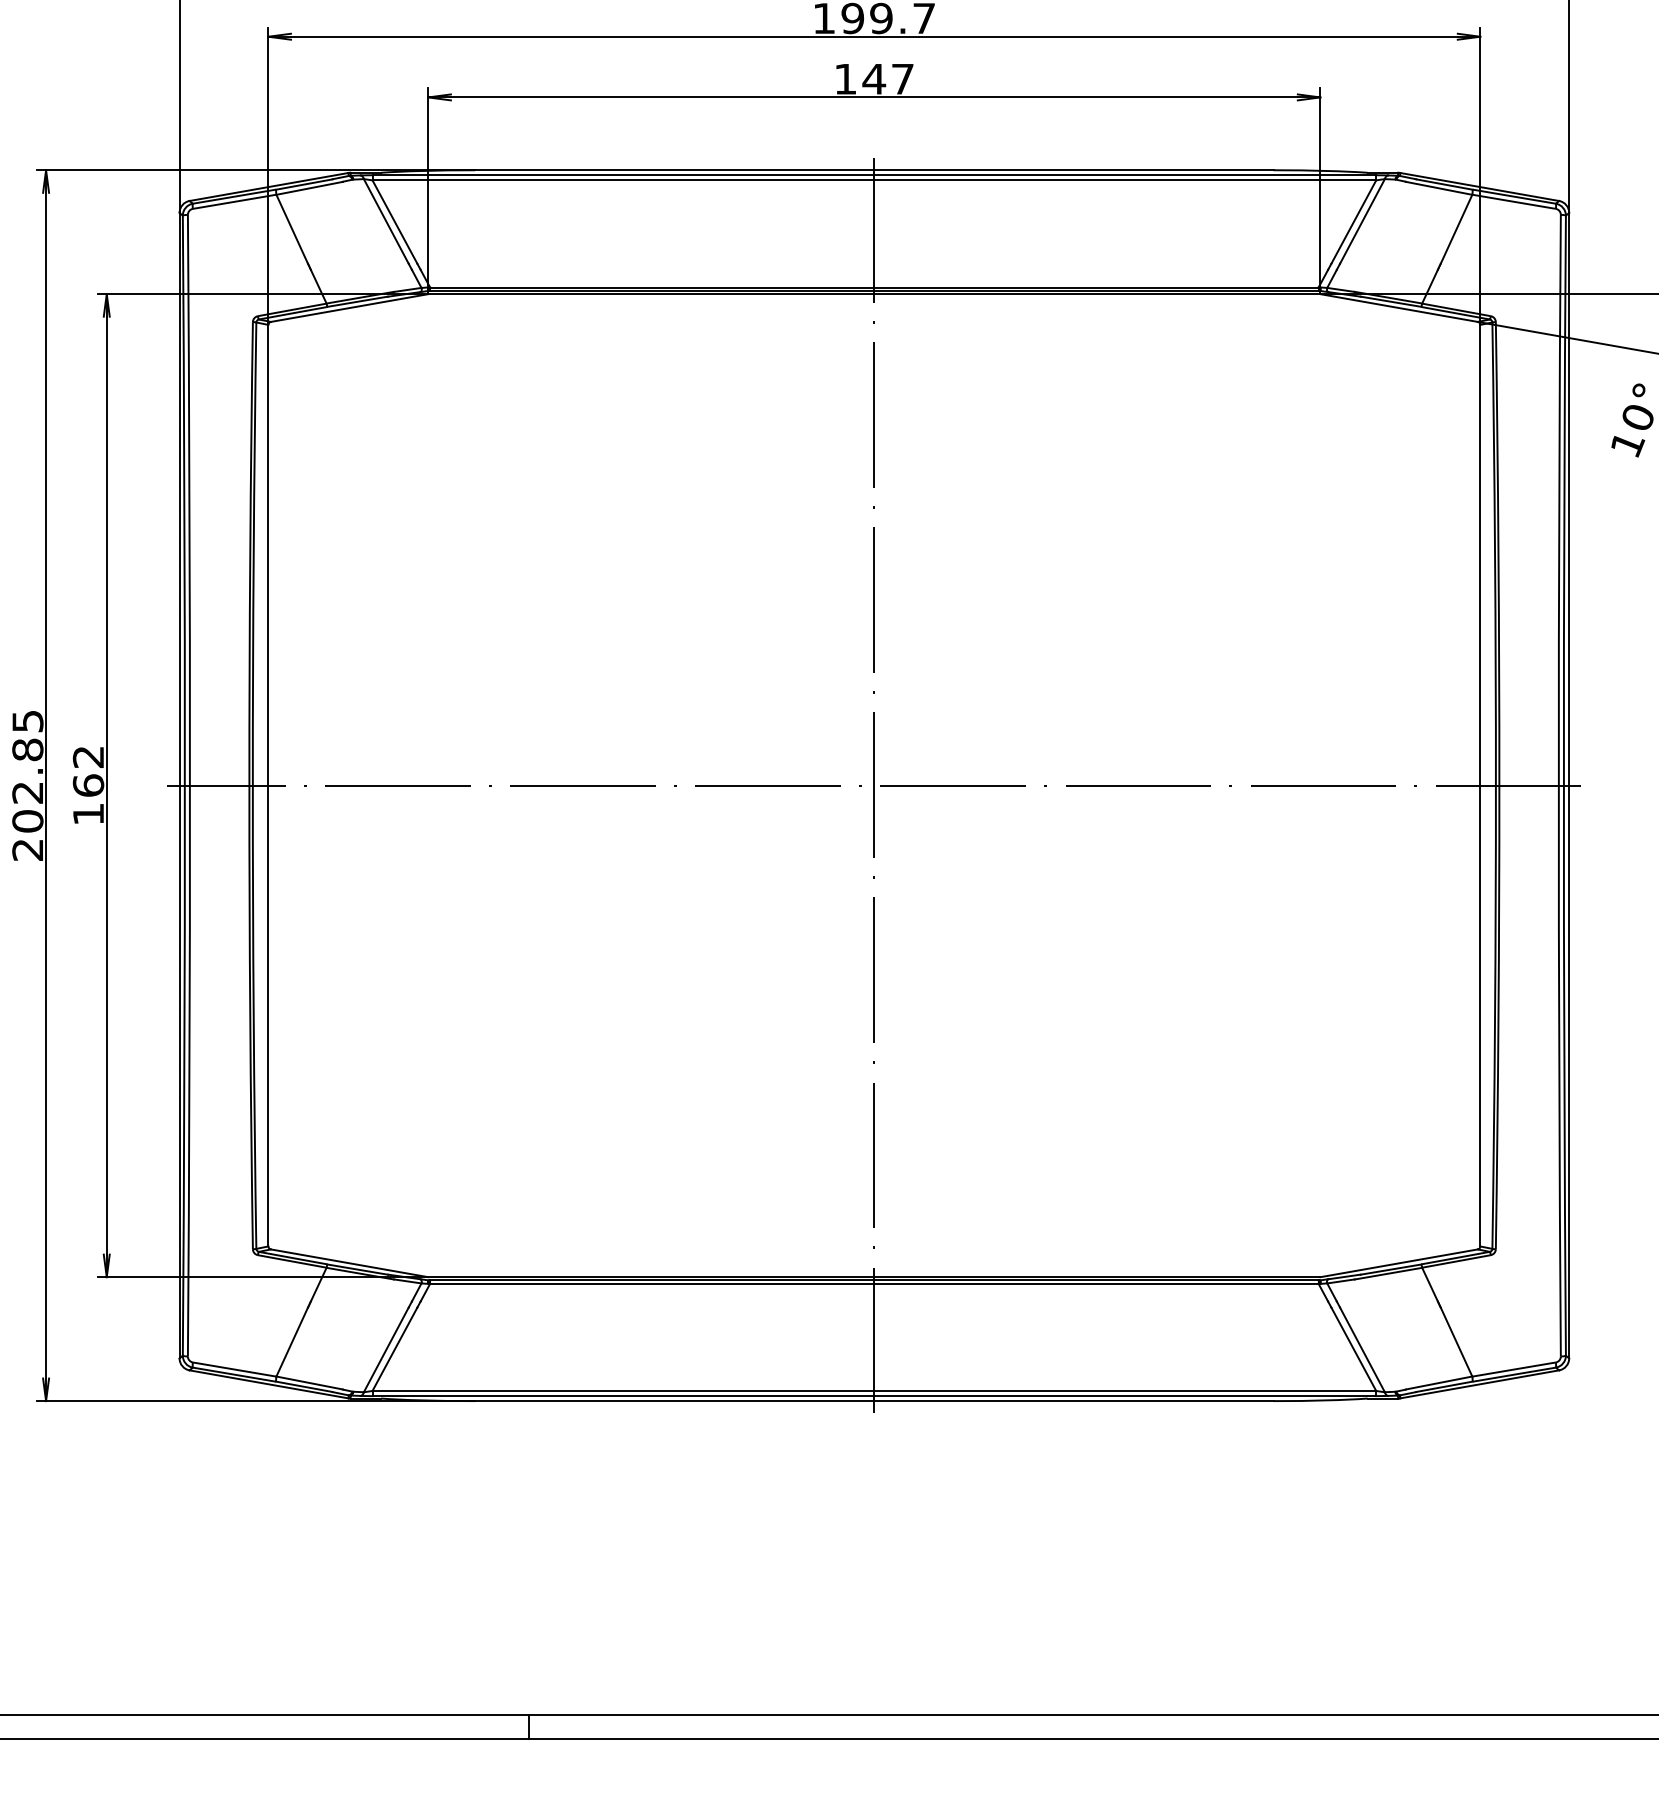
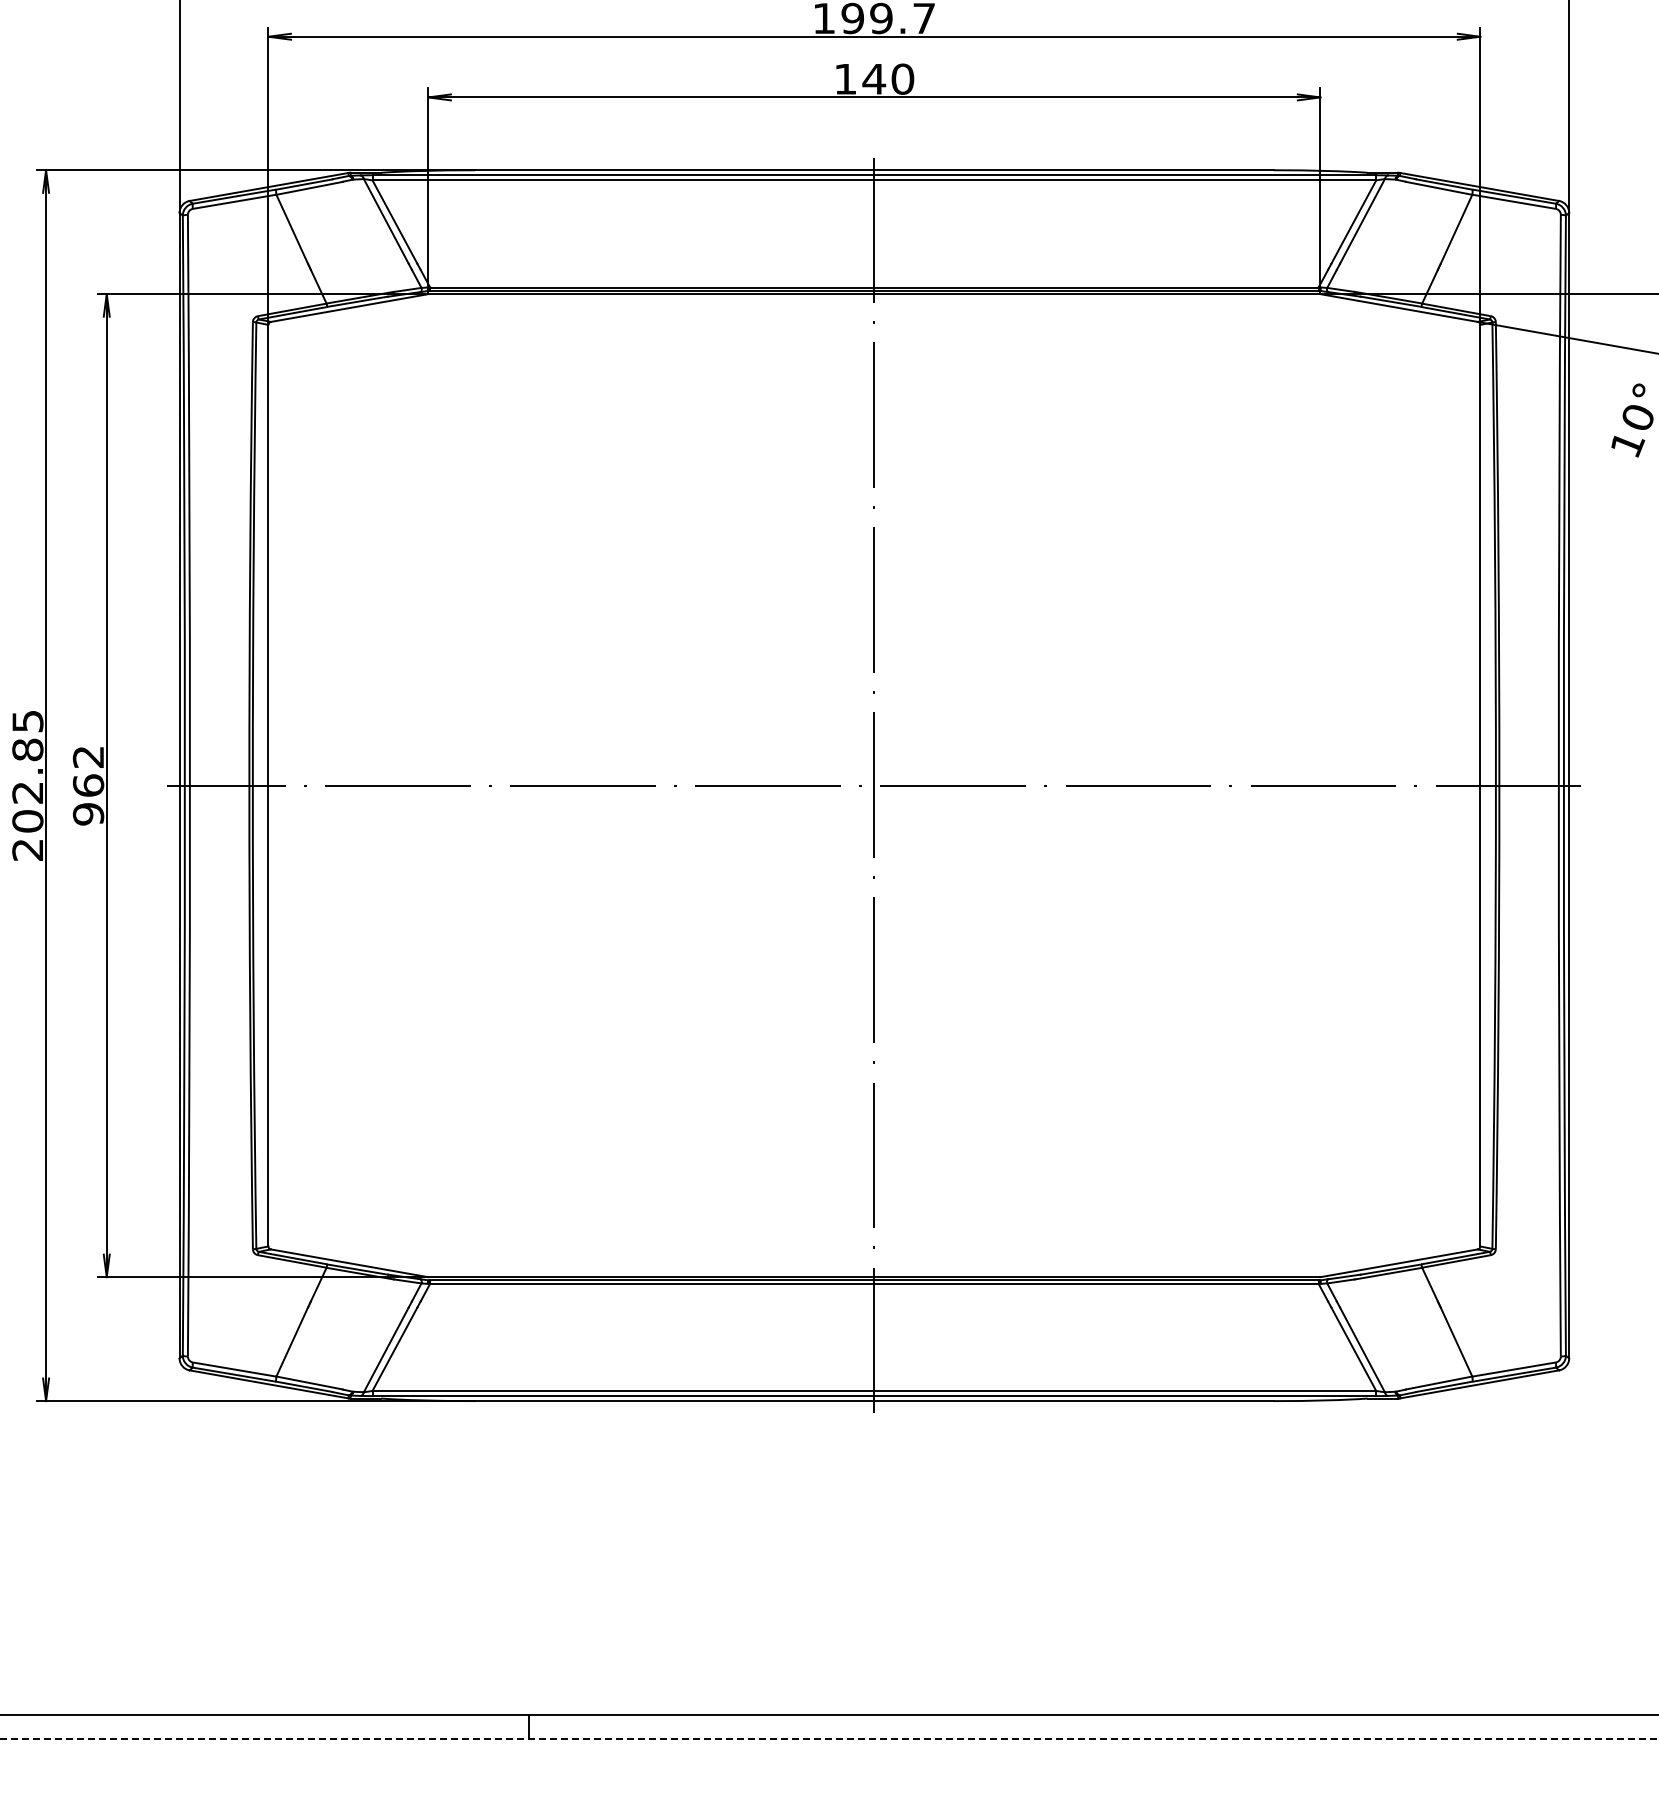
text at (902, 78): 147 -> 140
text at (88, 814): 162 -> 962
line at (829, 1739): solid -> dashed
